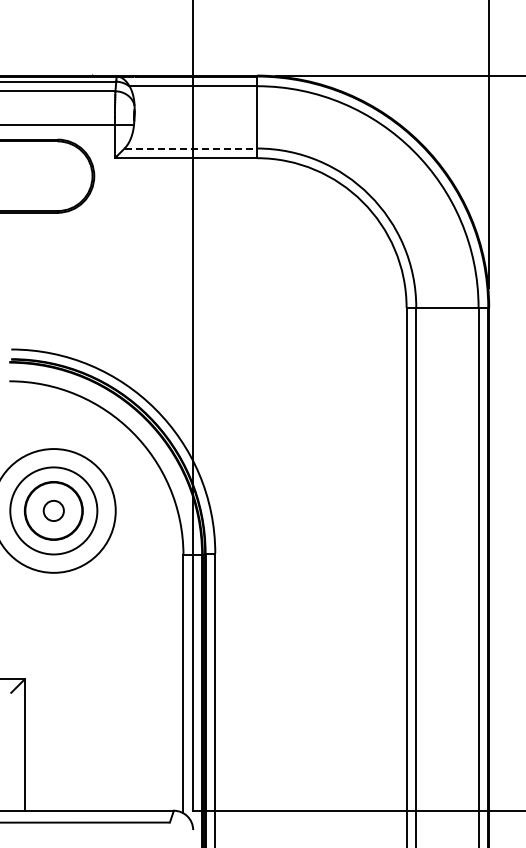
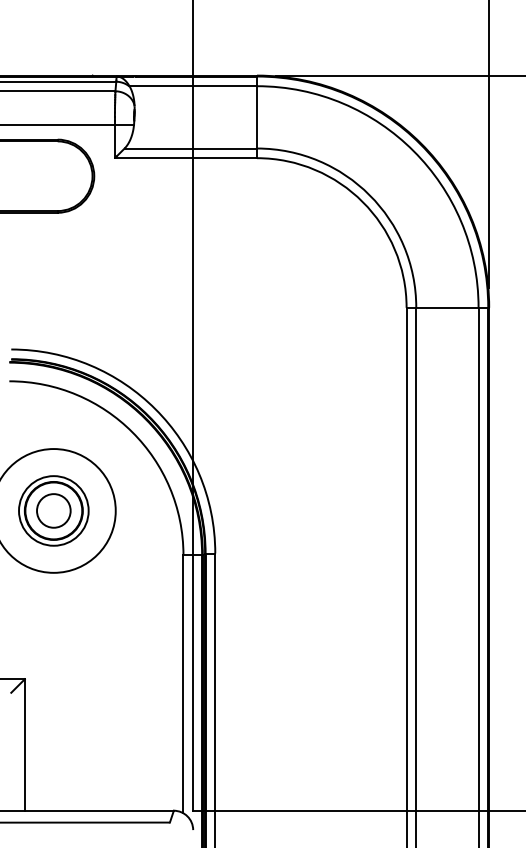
line at (191, 148): dashed -> solid
circle at (53, 510) diameter: 20 px -> 34 px
circle at (53, 510) diameter: 87 px -> 70 px
